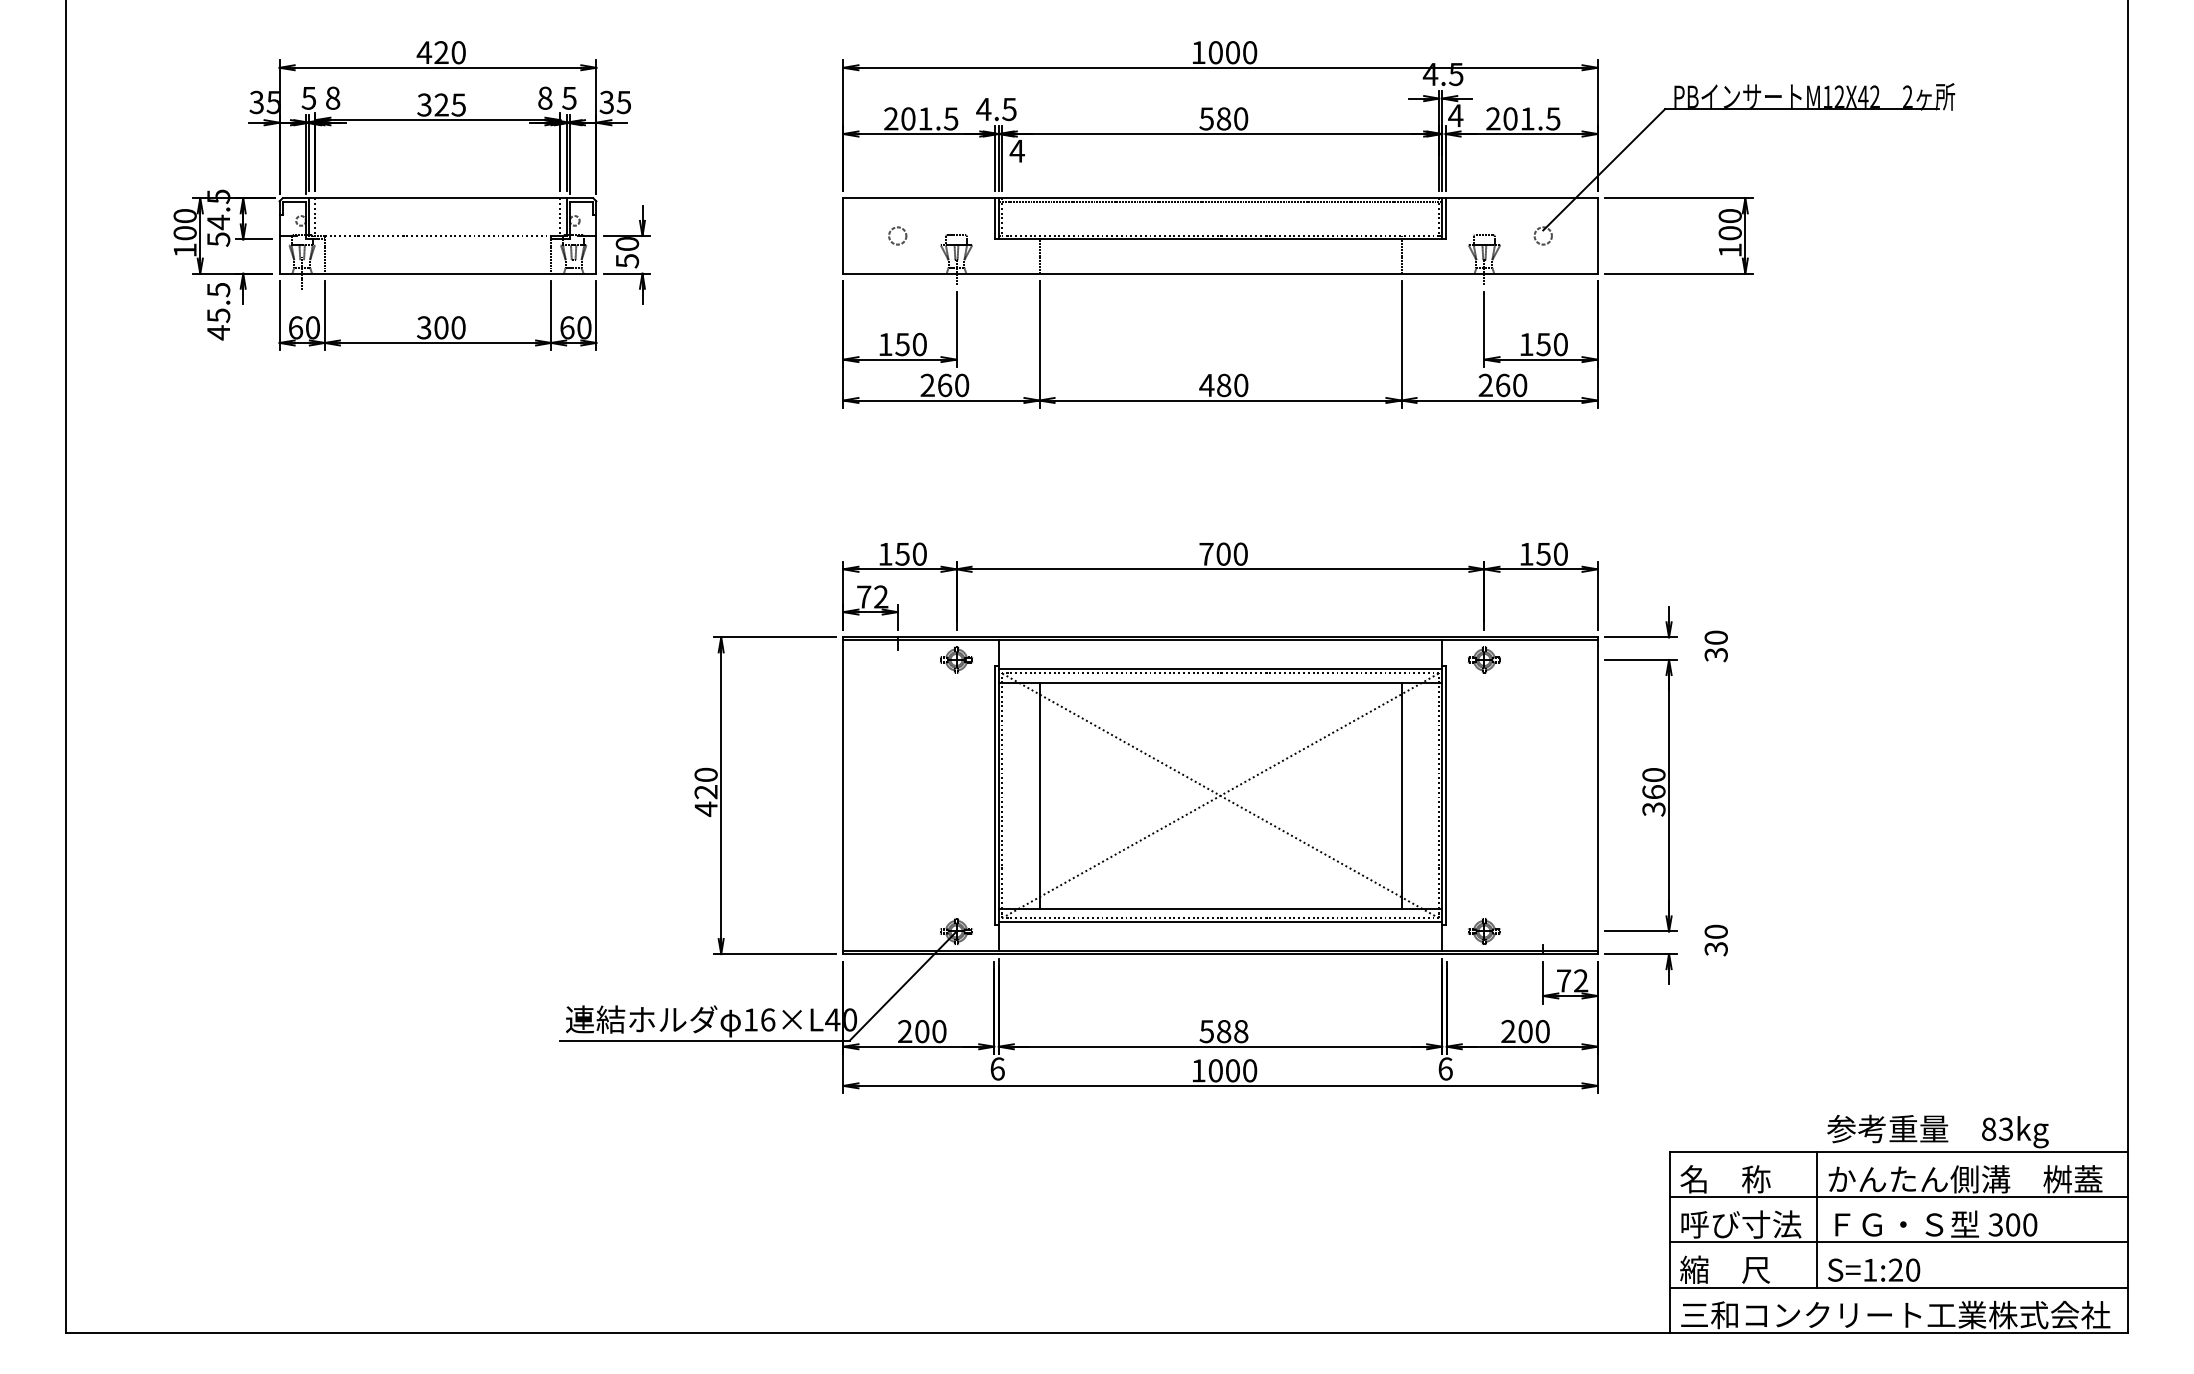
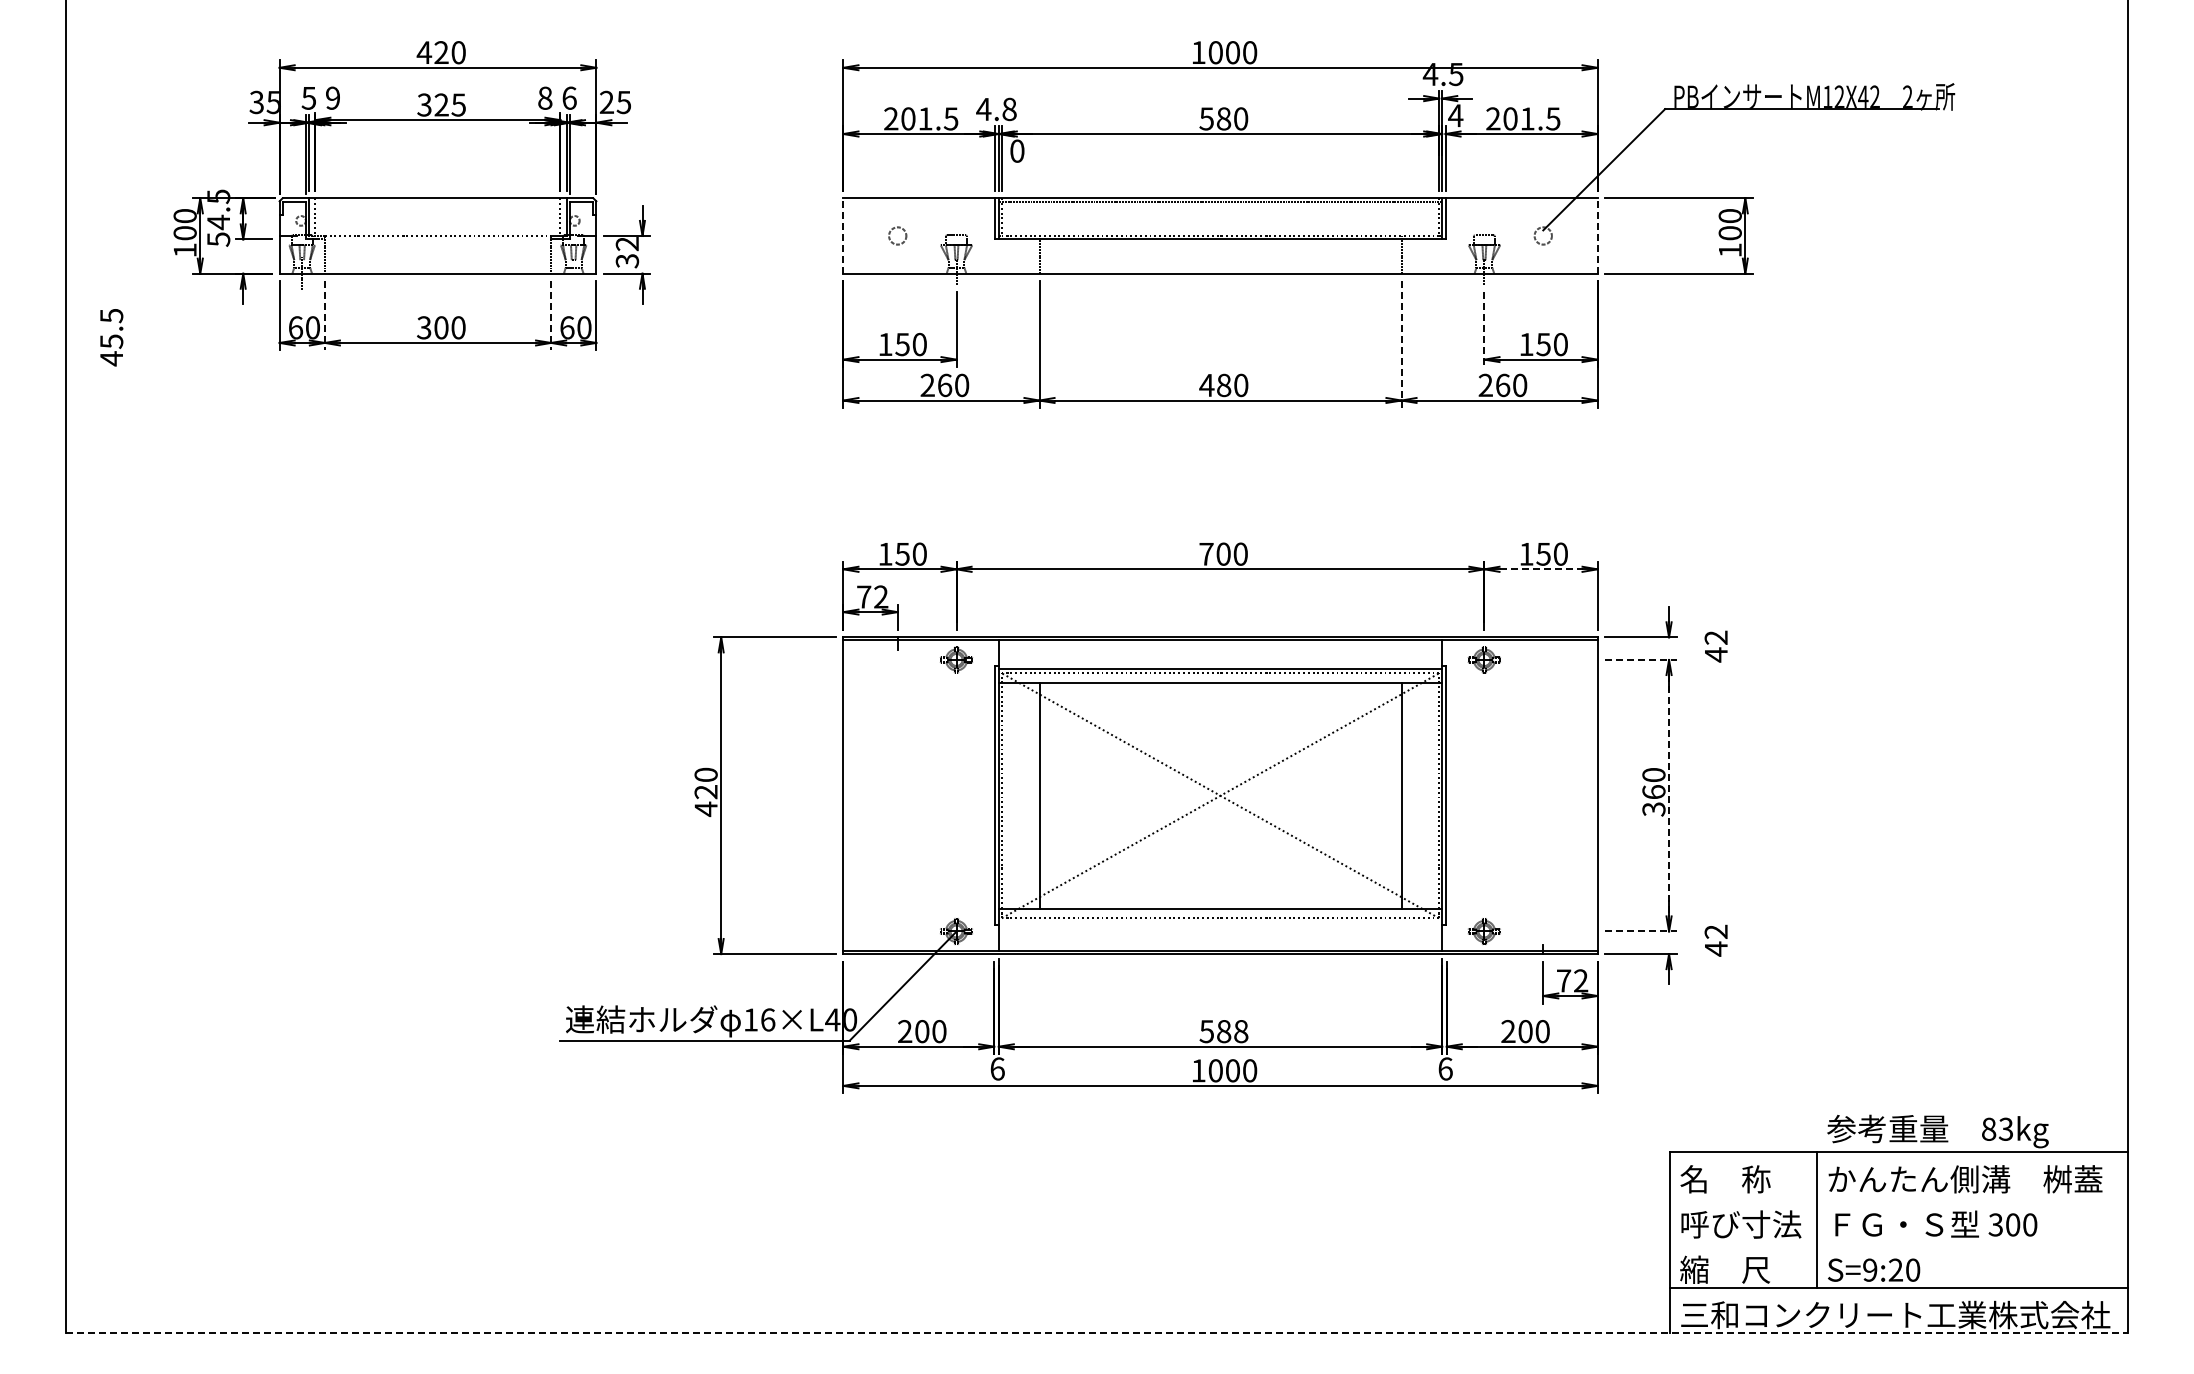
text at (333, 97): 8 -> 9
text at (569, 97): 5 -> 6
text at (606, 102): 35 -> 25
text at (1009, 108): 4.5 -> 4.8
text at (1016, 150): 4 -> 0
line at (843, 235): solid -> dashed
line at (1597, 235): solid -> dashed
text at (627, 252): 50 -> 32
text at (218, 311) position: (218, 311) -> (111, 337)
line at (324, 315): solid -> dashed
line at (551, 315): solid -> dashed
line at (1484, 330): solid -> dashed
line at (1401, 345): solid -> dashed
line at (1541, 569): solid -> dashed
text at (1715, 646): 30 -> 42
line at (1640, 659): solid -> dashed
line at (1669, 795): solid -> dashed
line at (1220, 922): present -> none
line at (1640, 931): solid -> dashed
text at (1715, 940): 30 -> 42
line at (1898, 1197): present -> none
line at (1898, 1242): present -> none
text at (1870, 1269): S=1:20 -> S=9:20
line at (1097, 1332): solid -> dashed
